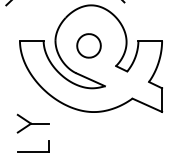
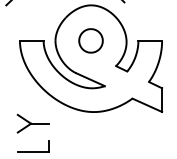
part at (88, 45) position: (88, 45) -> (90, 40)
